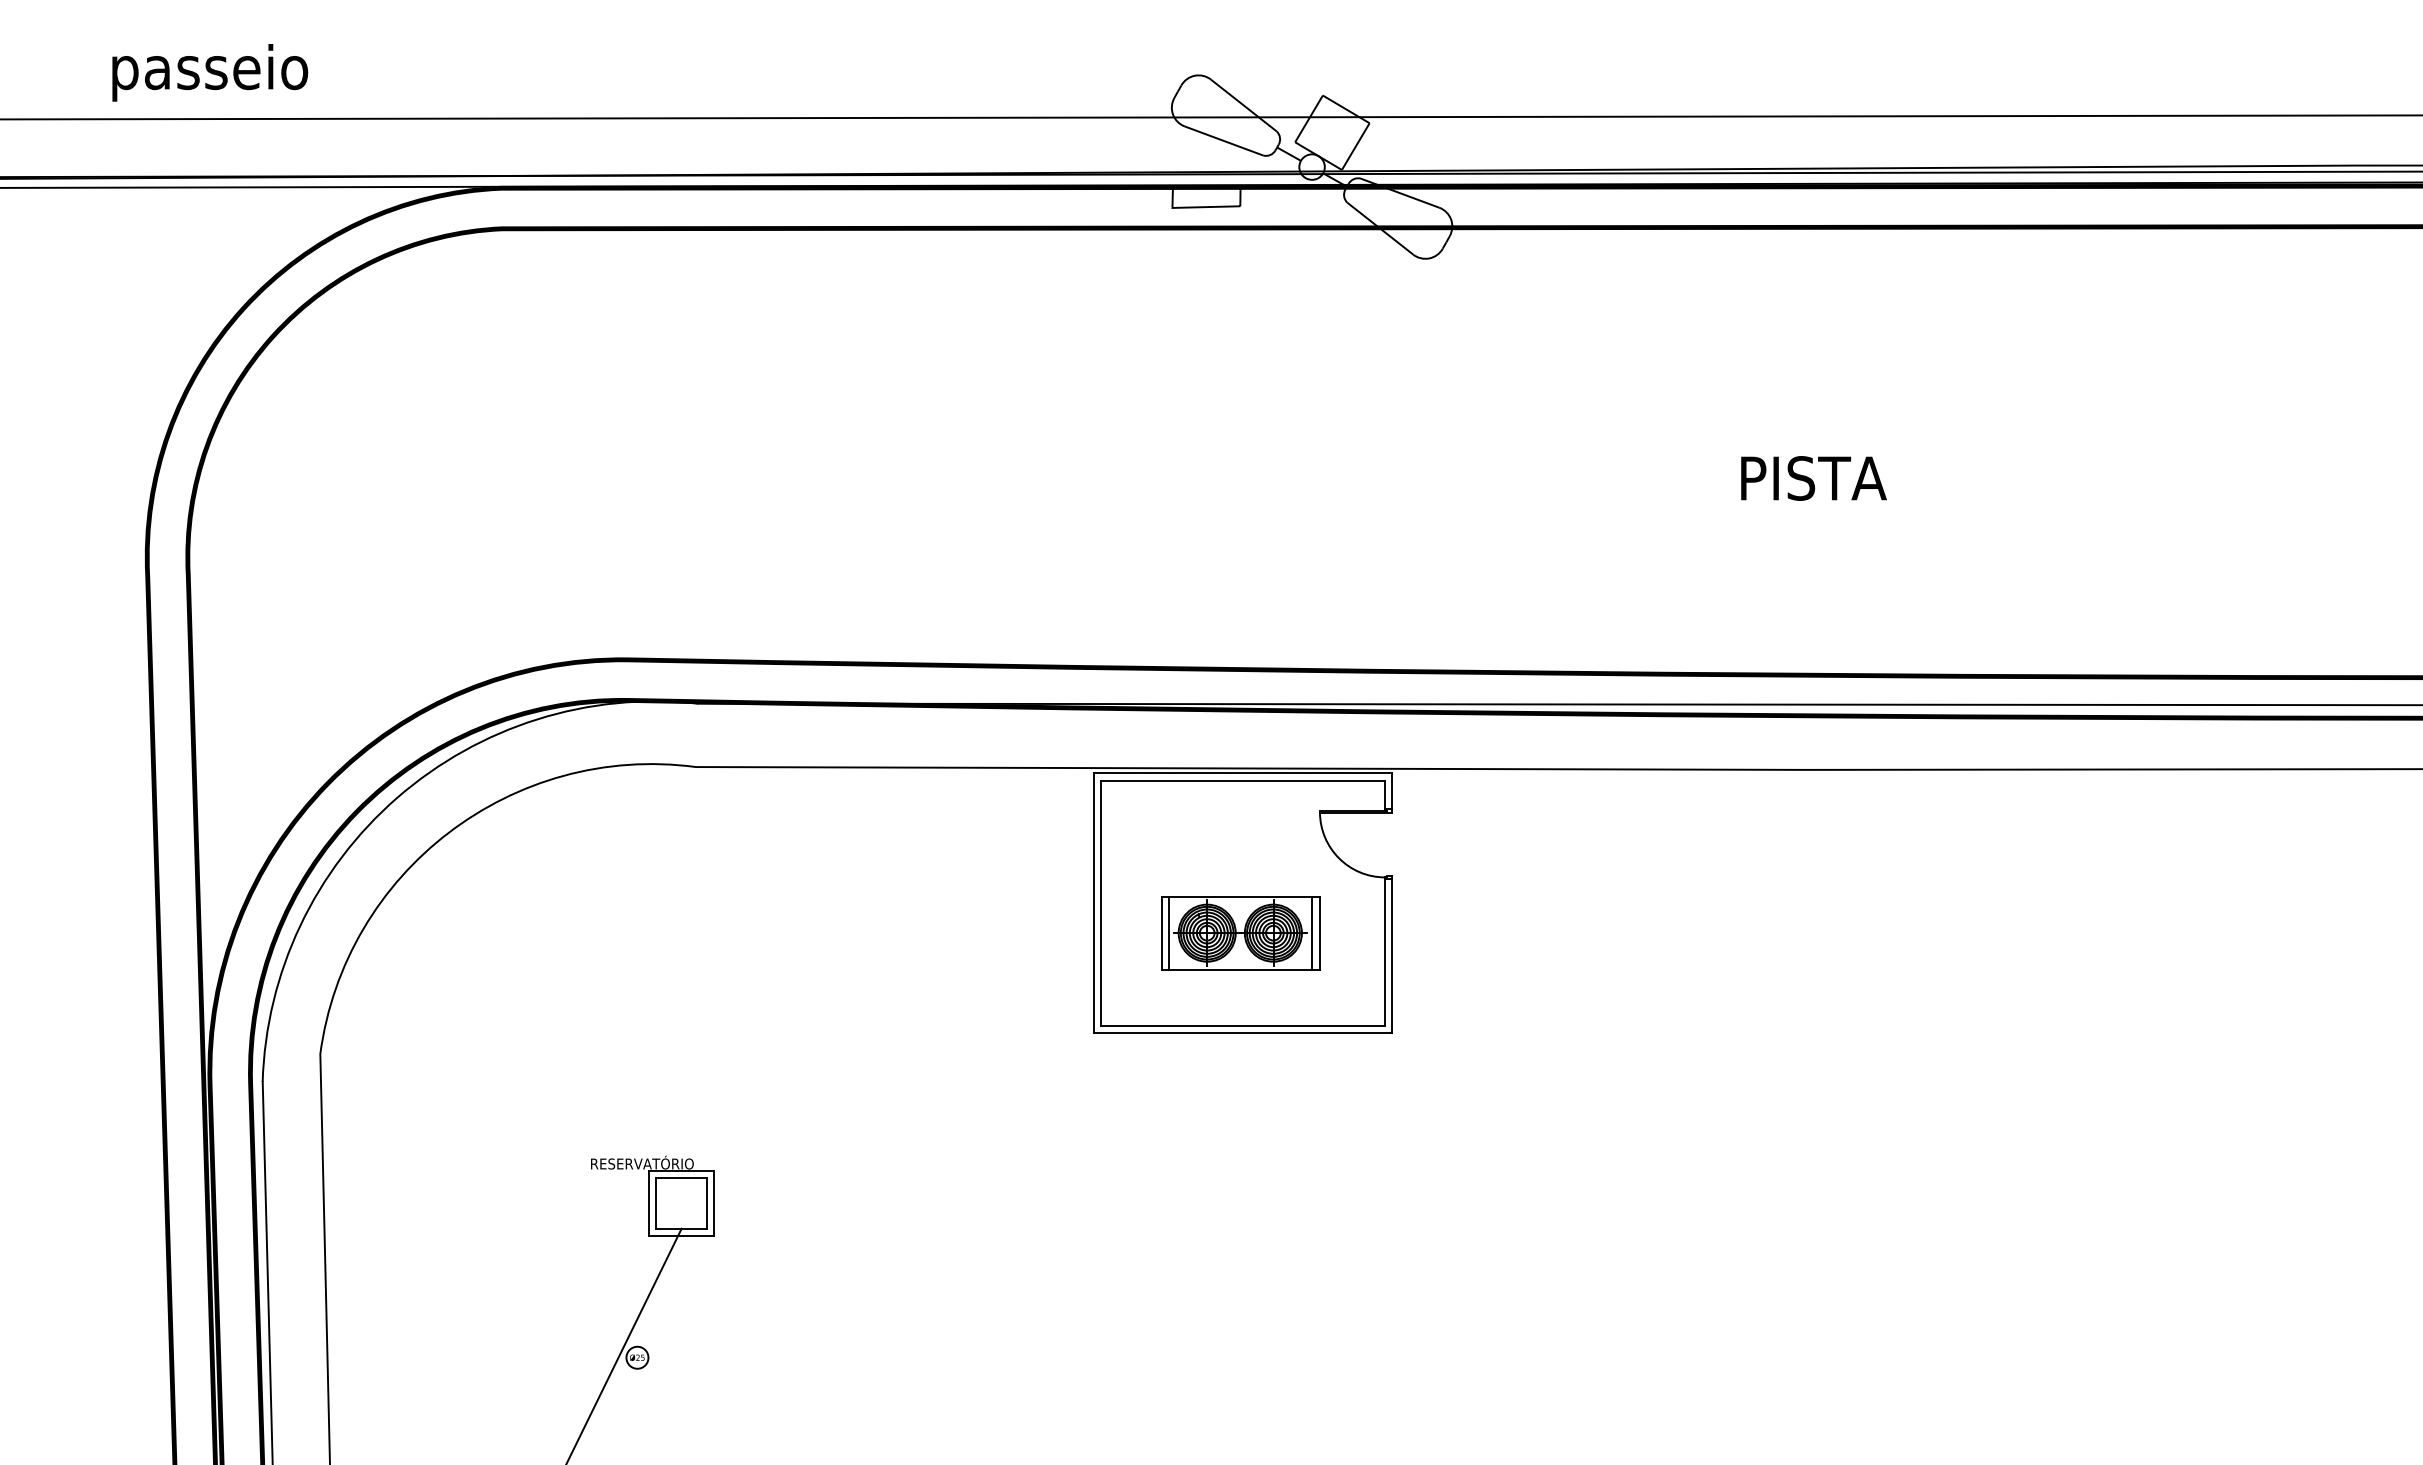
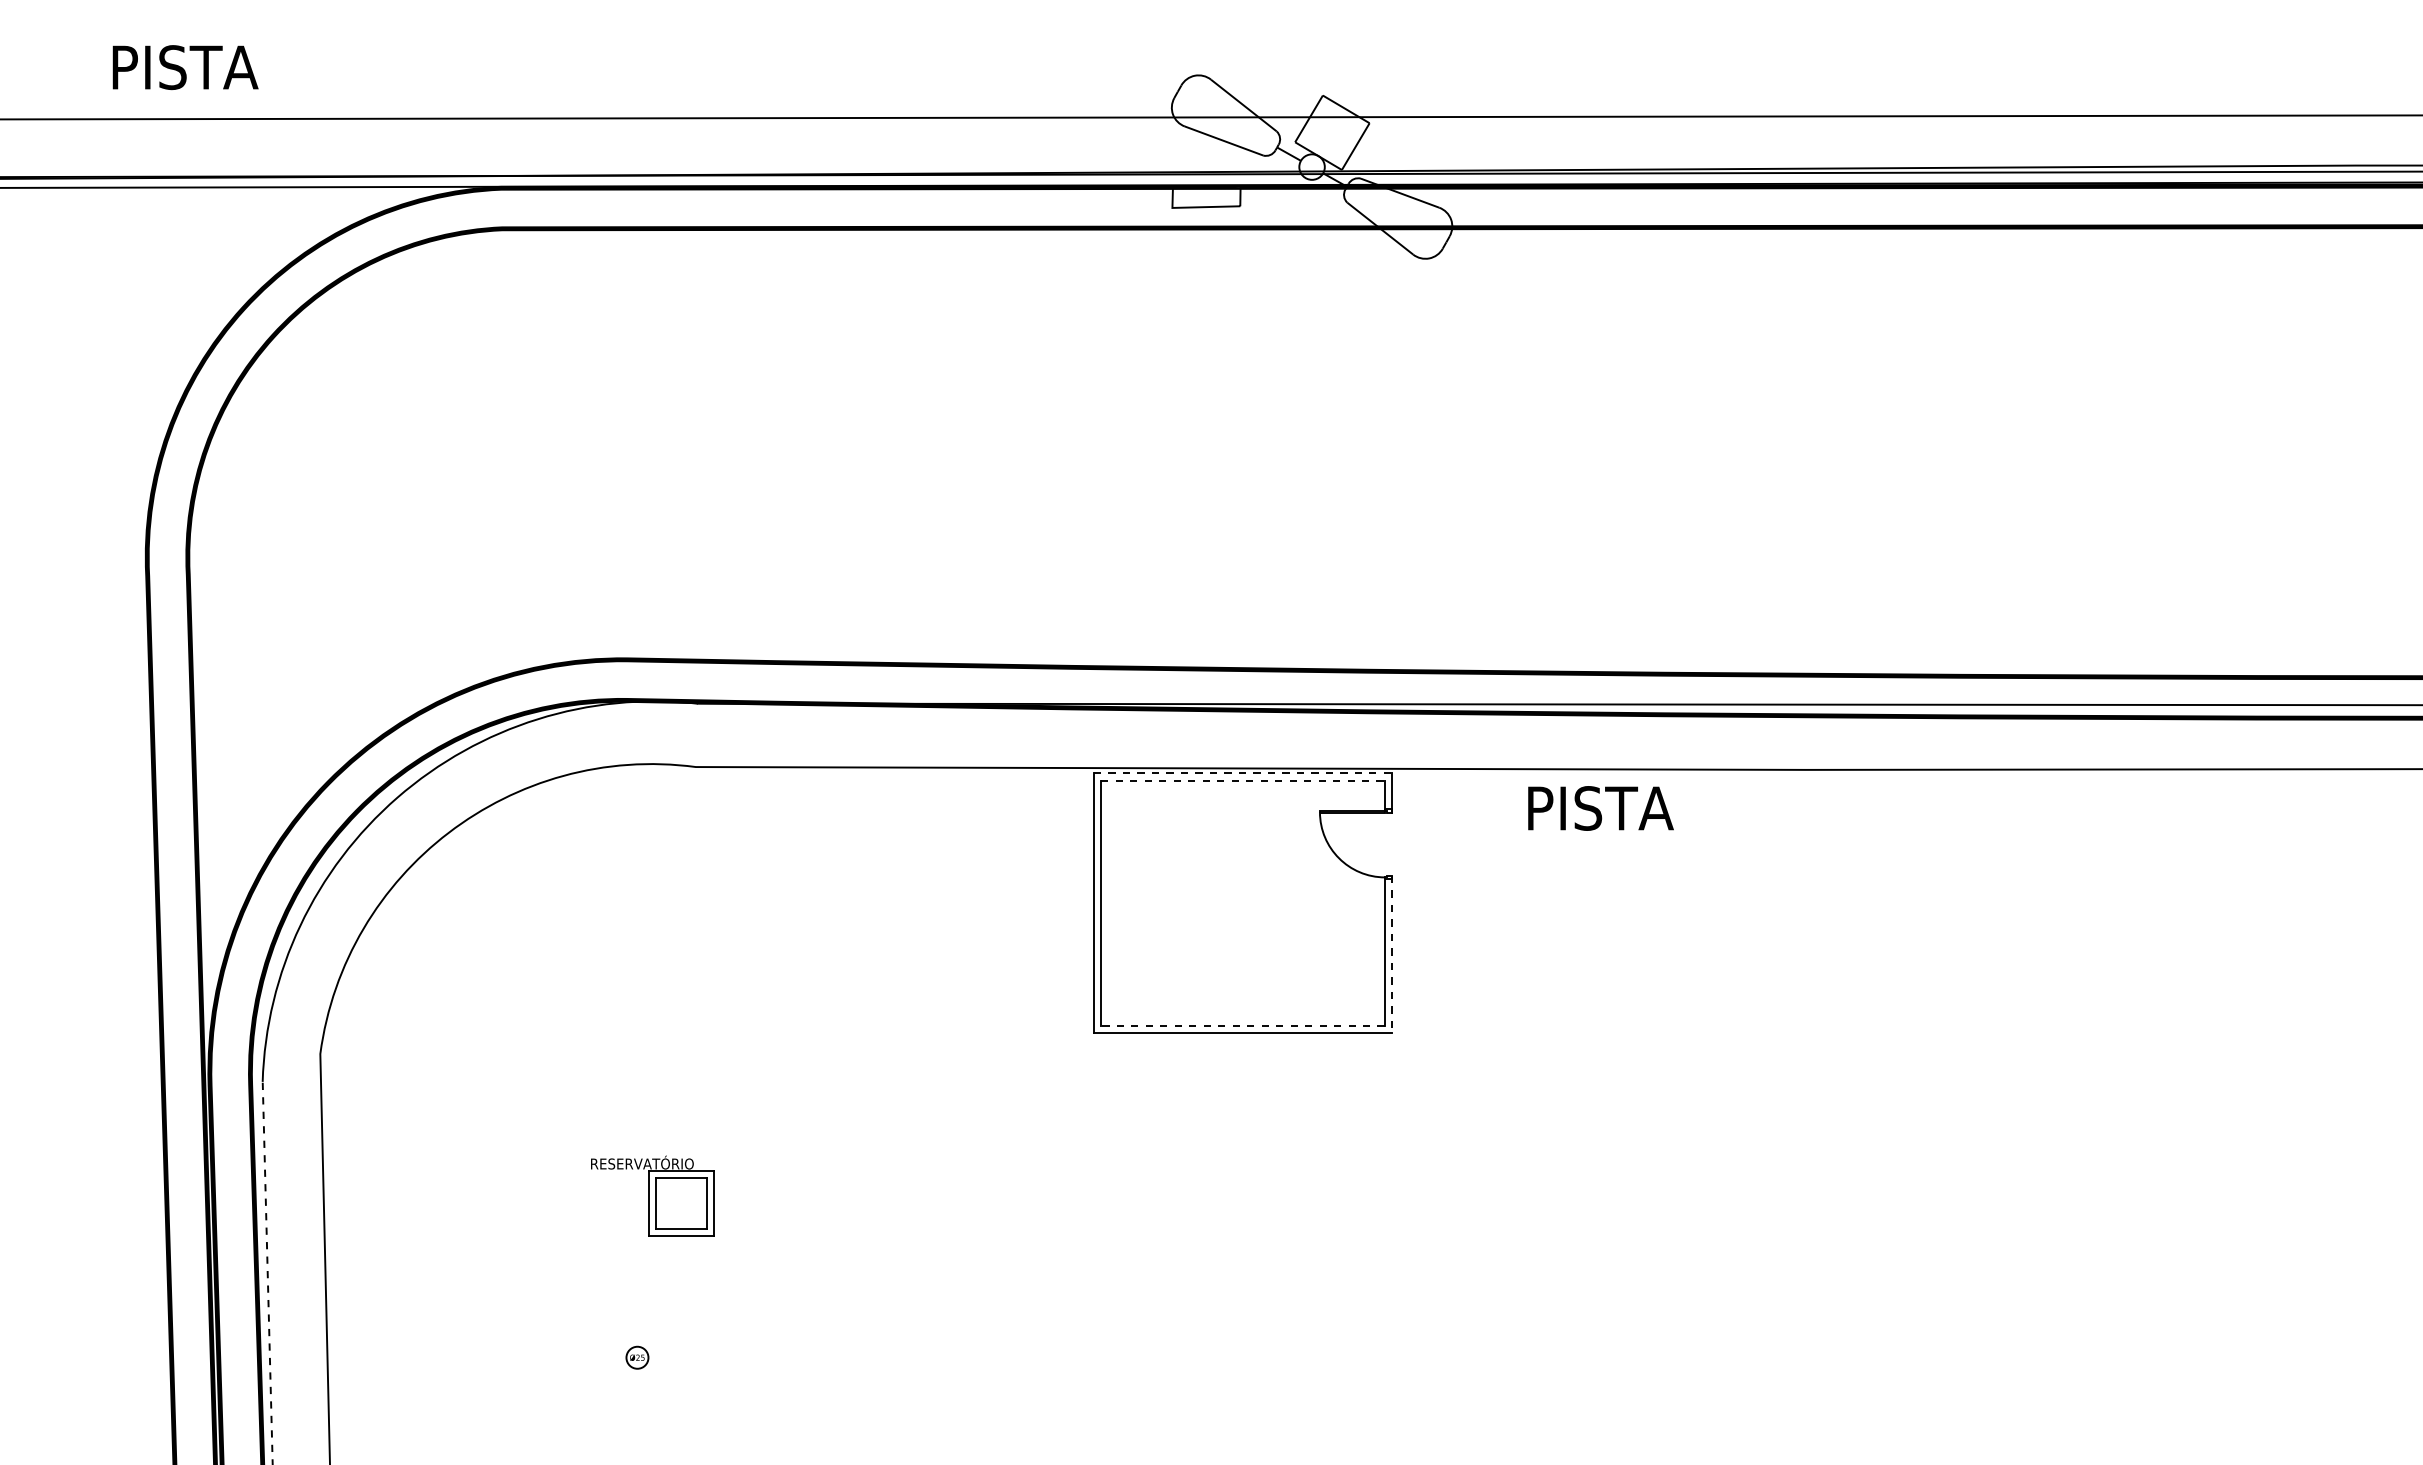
text at (210, 72): passeio -> PISTA
text at (1813, 478) position: (1813, 478) -> (1600, 808)
line at (1242, 773): solid -> dashed
line at (1242, 780): solid -> dashed
part at (1240, 933): present -> none
line at (1391, 954): solid -> dashed
line at (1242, 1025): solid -> dashed
line at (267, 1272): solid -> dashed
line at (624, 1344): present -> none
